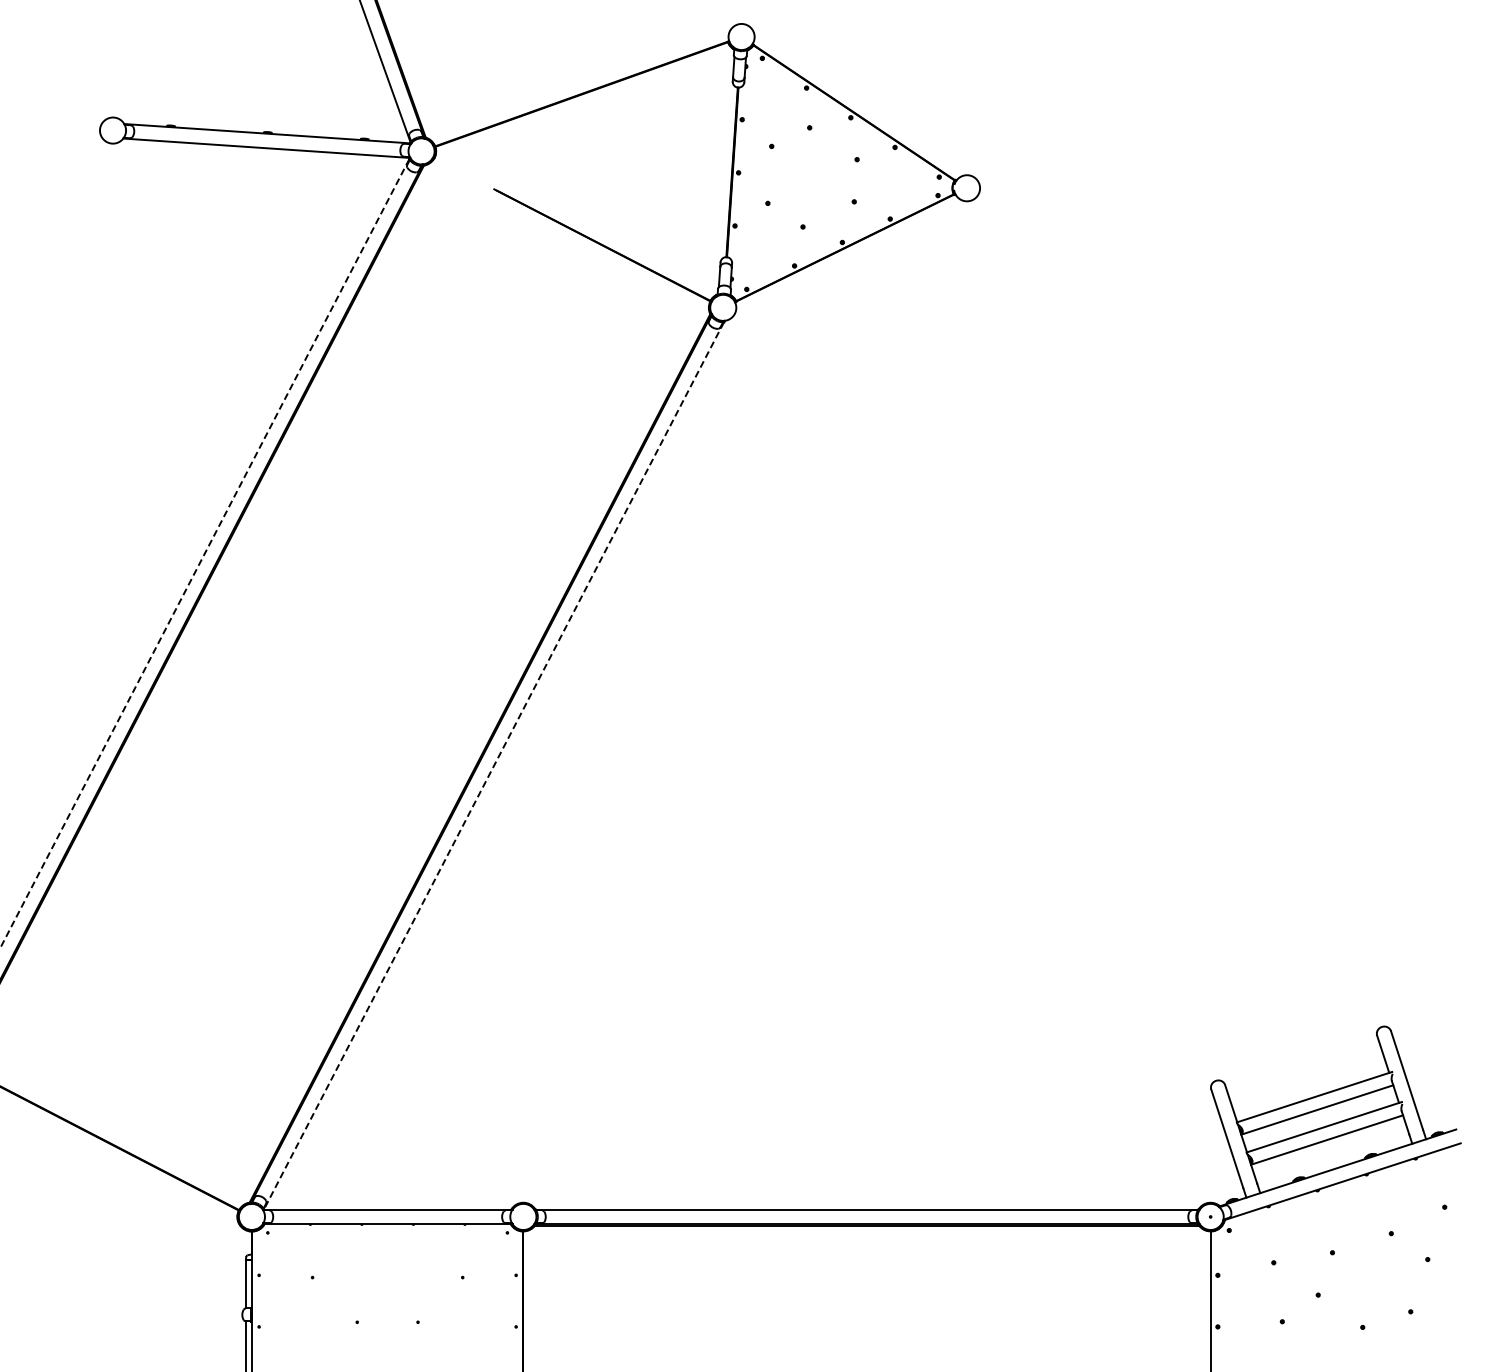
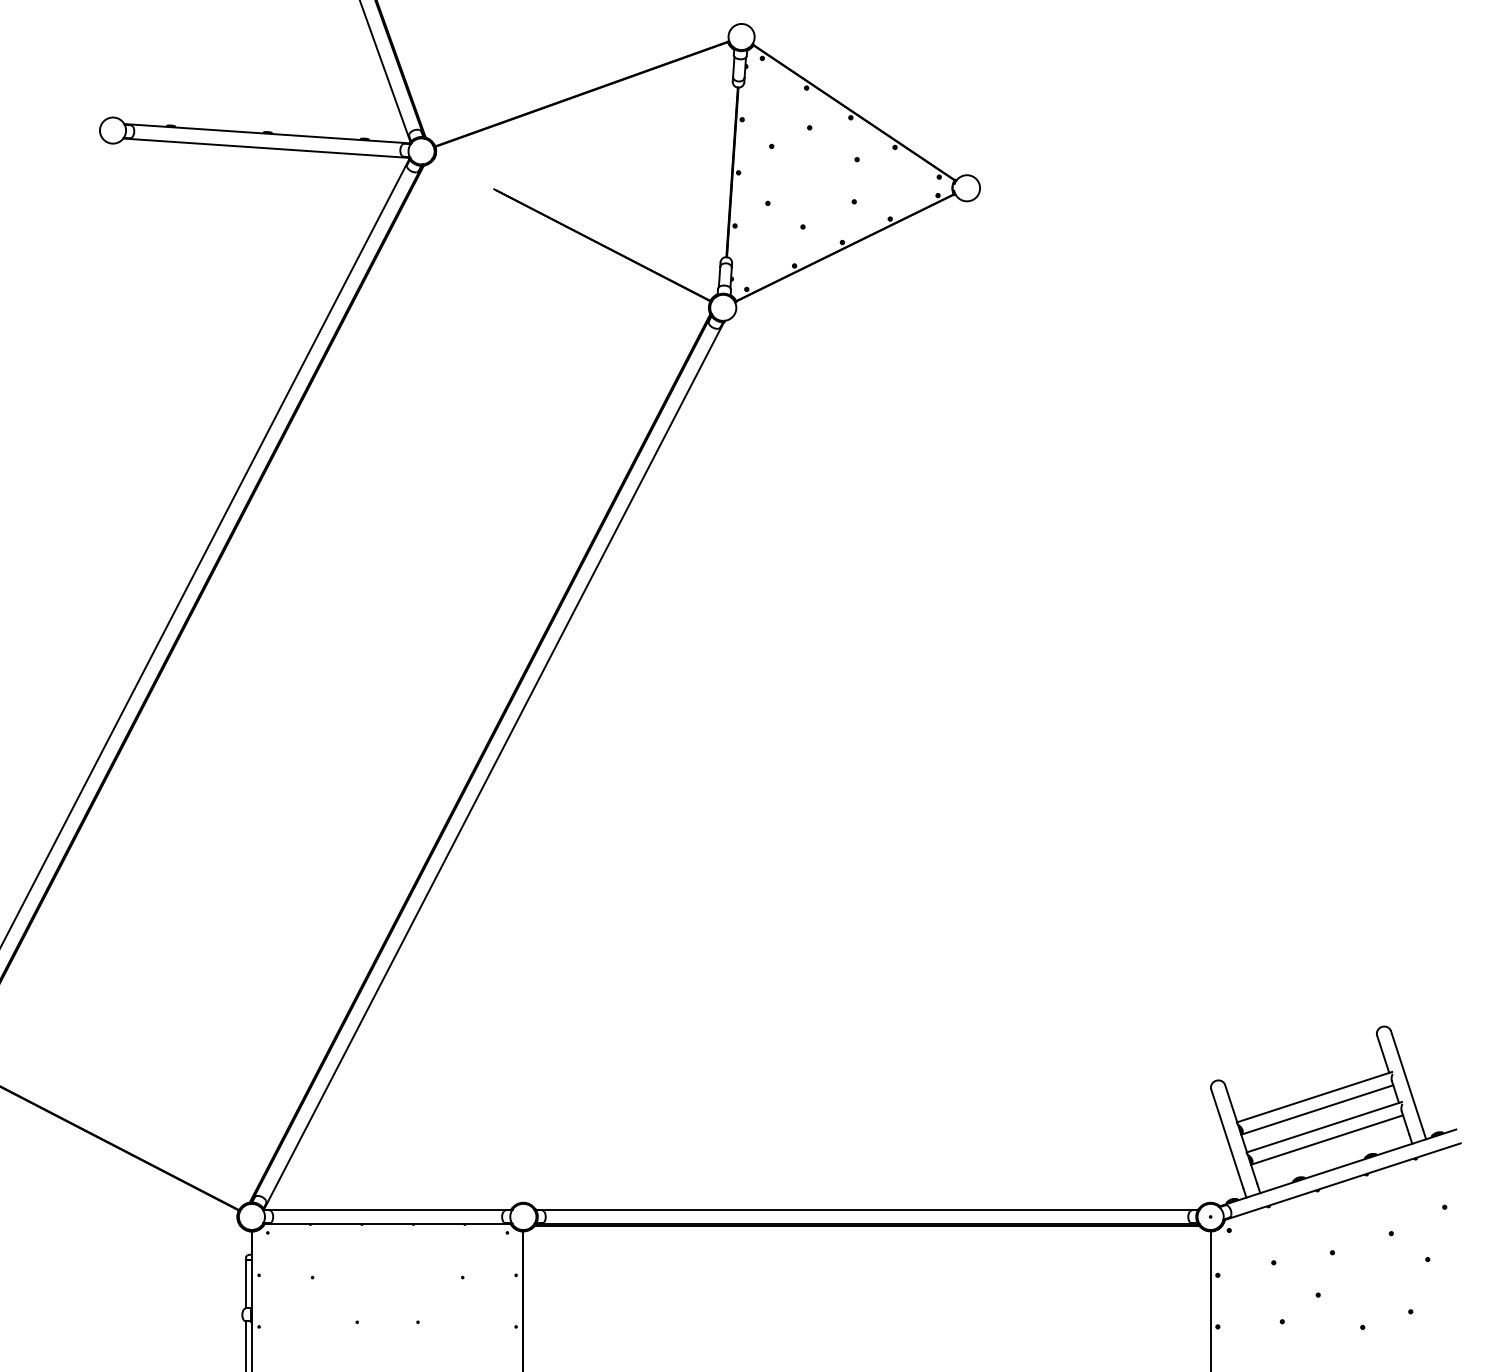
line at (204, 553): dashed -> solid
line at (494, 765): dashed -> solid
